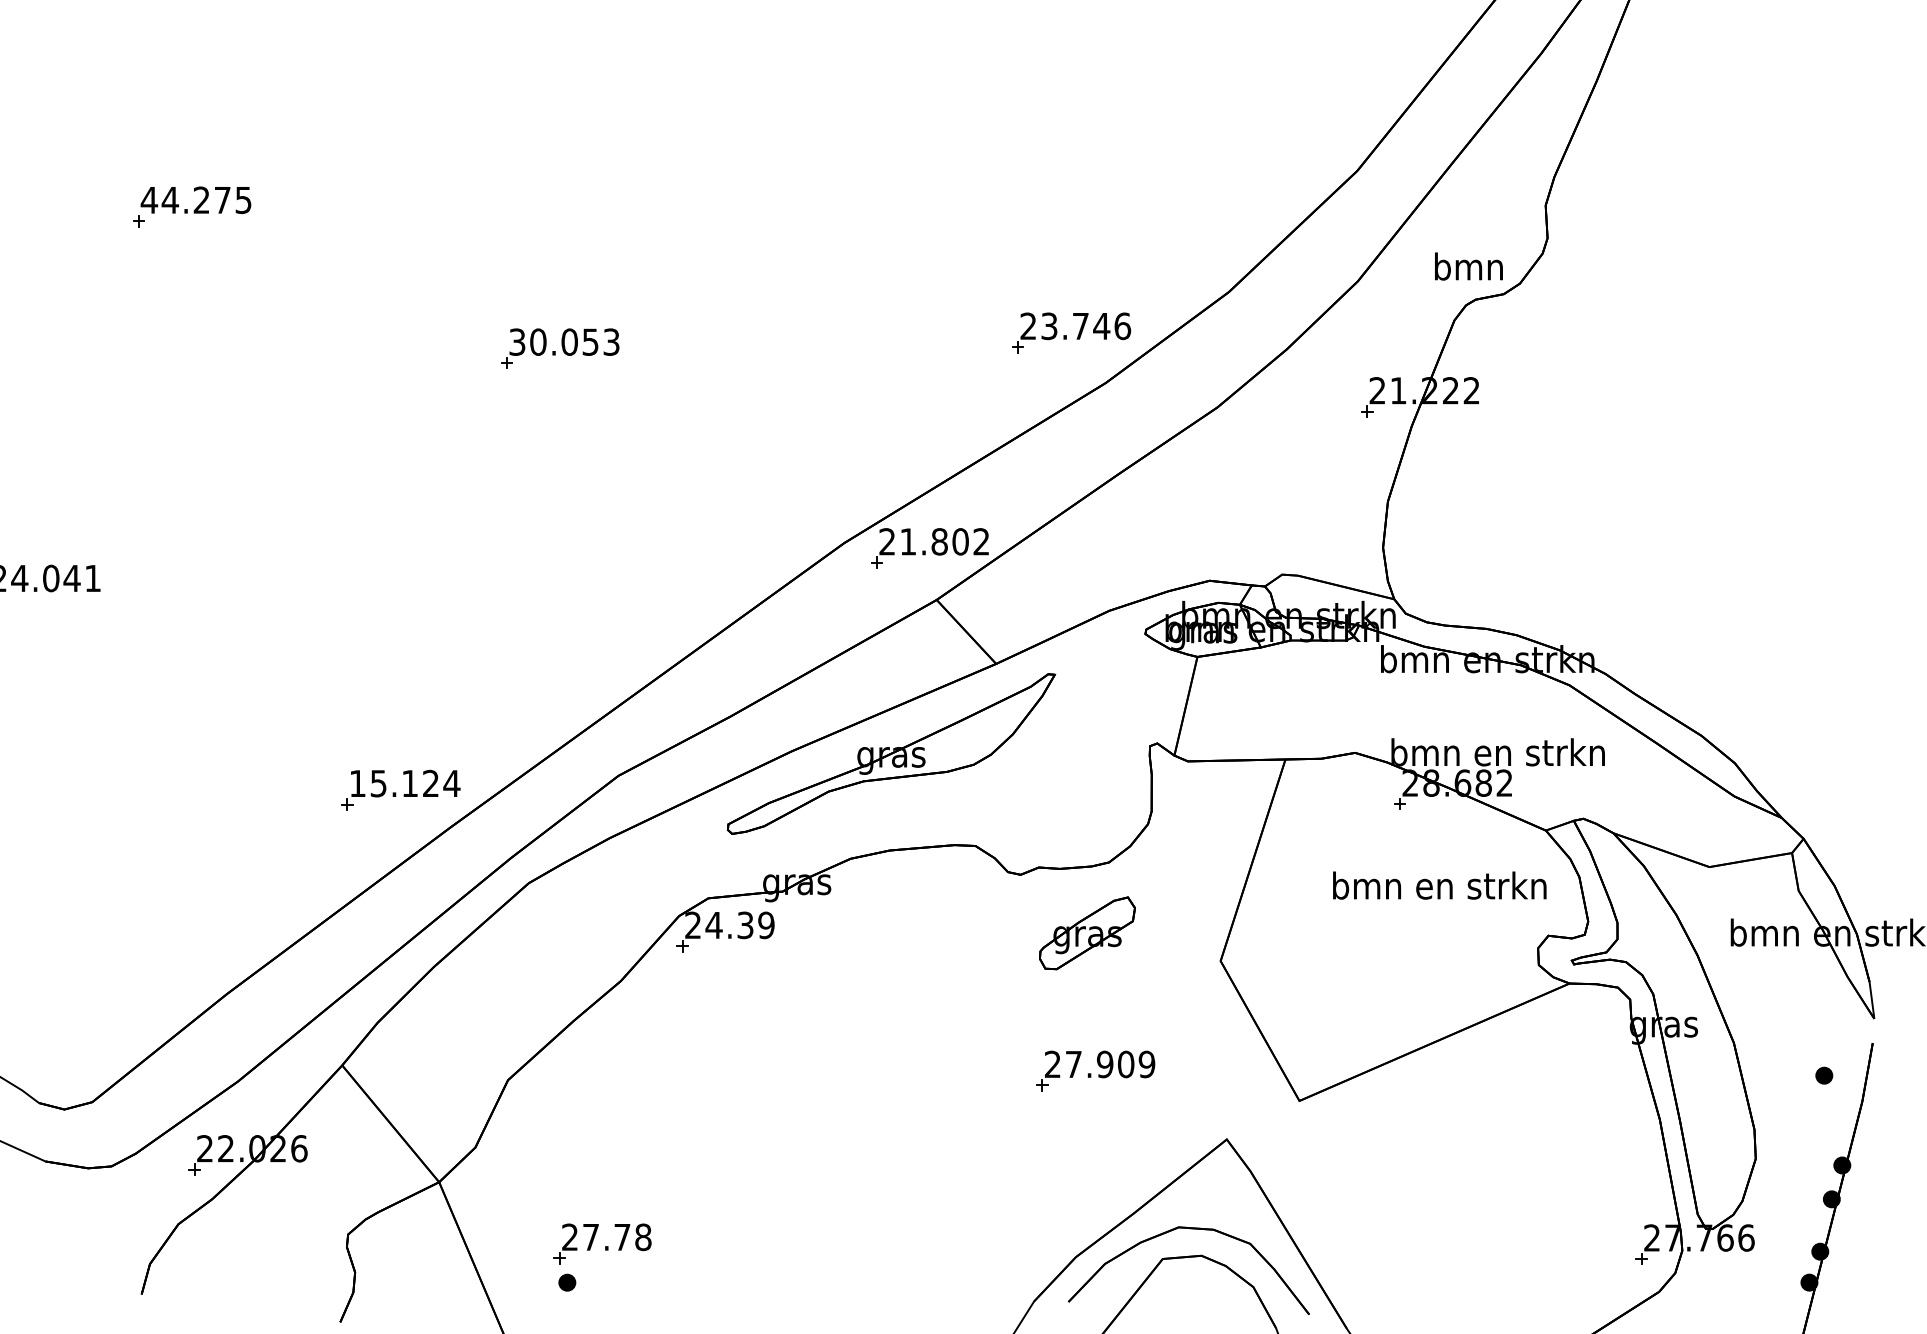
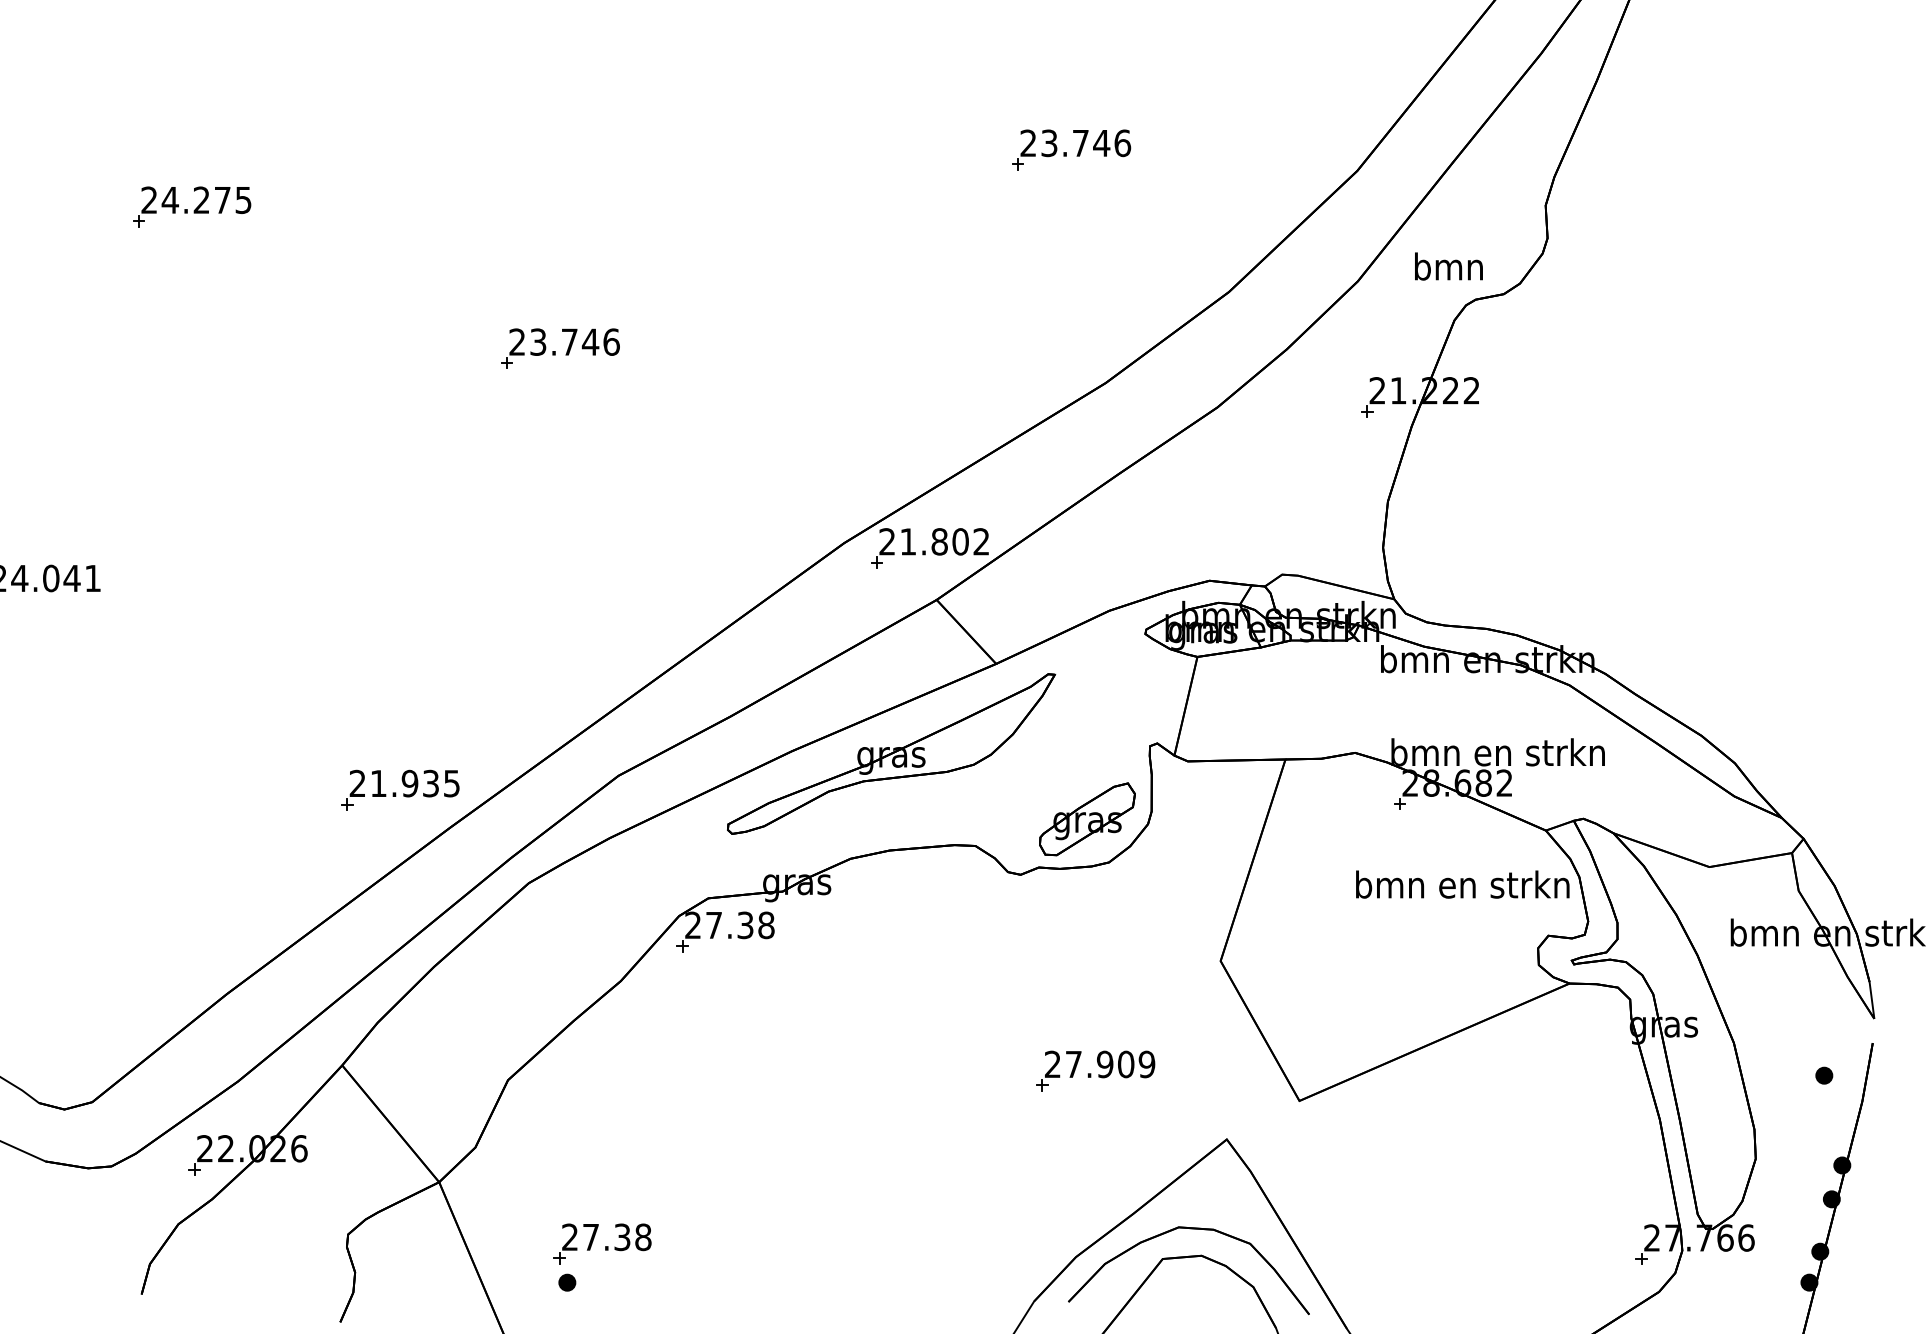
text at (149, 199): 44.275 -> 24.275
text at (1468, 266) position: (1468, 266) -> (1448, 266)
part at (1071, 332) position: (1071, 332) -> (1071, 149)
text at (564, 341): 30.053 -> 23.746
text at (404, 783): 15.124 -> 21.935
text at (1439, 885) position: (1439, 885) -> (1462, 884)
text at (739, 925): 24.39 -> 27.38
part at (1087, 933) position: (1087, 933) -> (1087, 819)
text at (622, 1237): 27.78 -> 27.38
